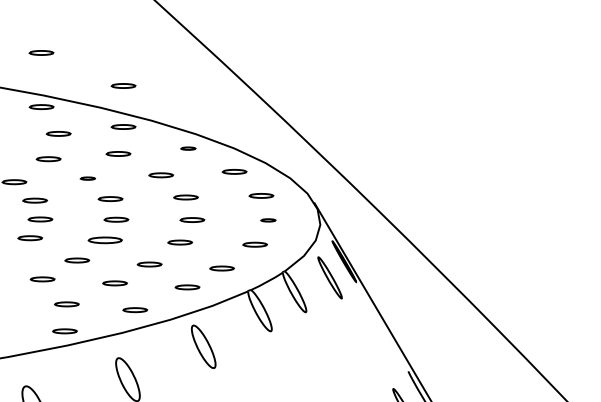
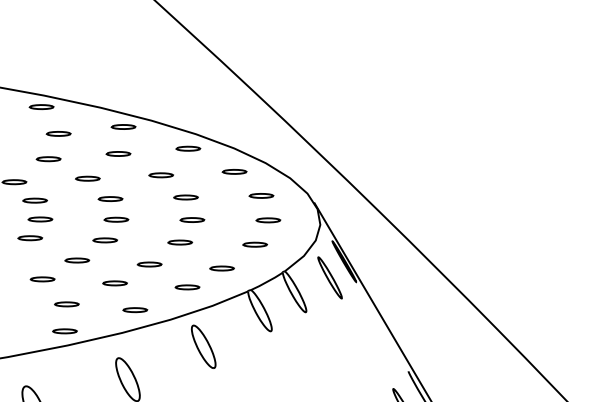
part at (41, 52): present -> none
part at (123, 85): present -> none
part at (188, 148) size: 17x5 px -> 27x7 px
part at (87, 178) size: 18x5 px -> 26x7 px
part at (268, 220) size: 17x5 px -> 27x7 px
part at (104, 240) size: 36x9 px -> 26x7 px
